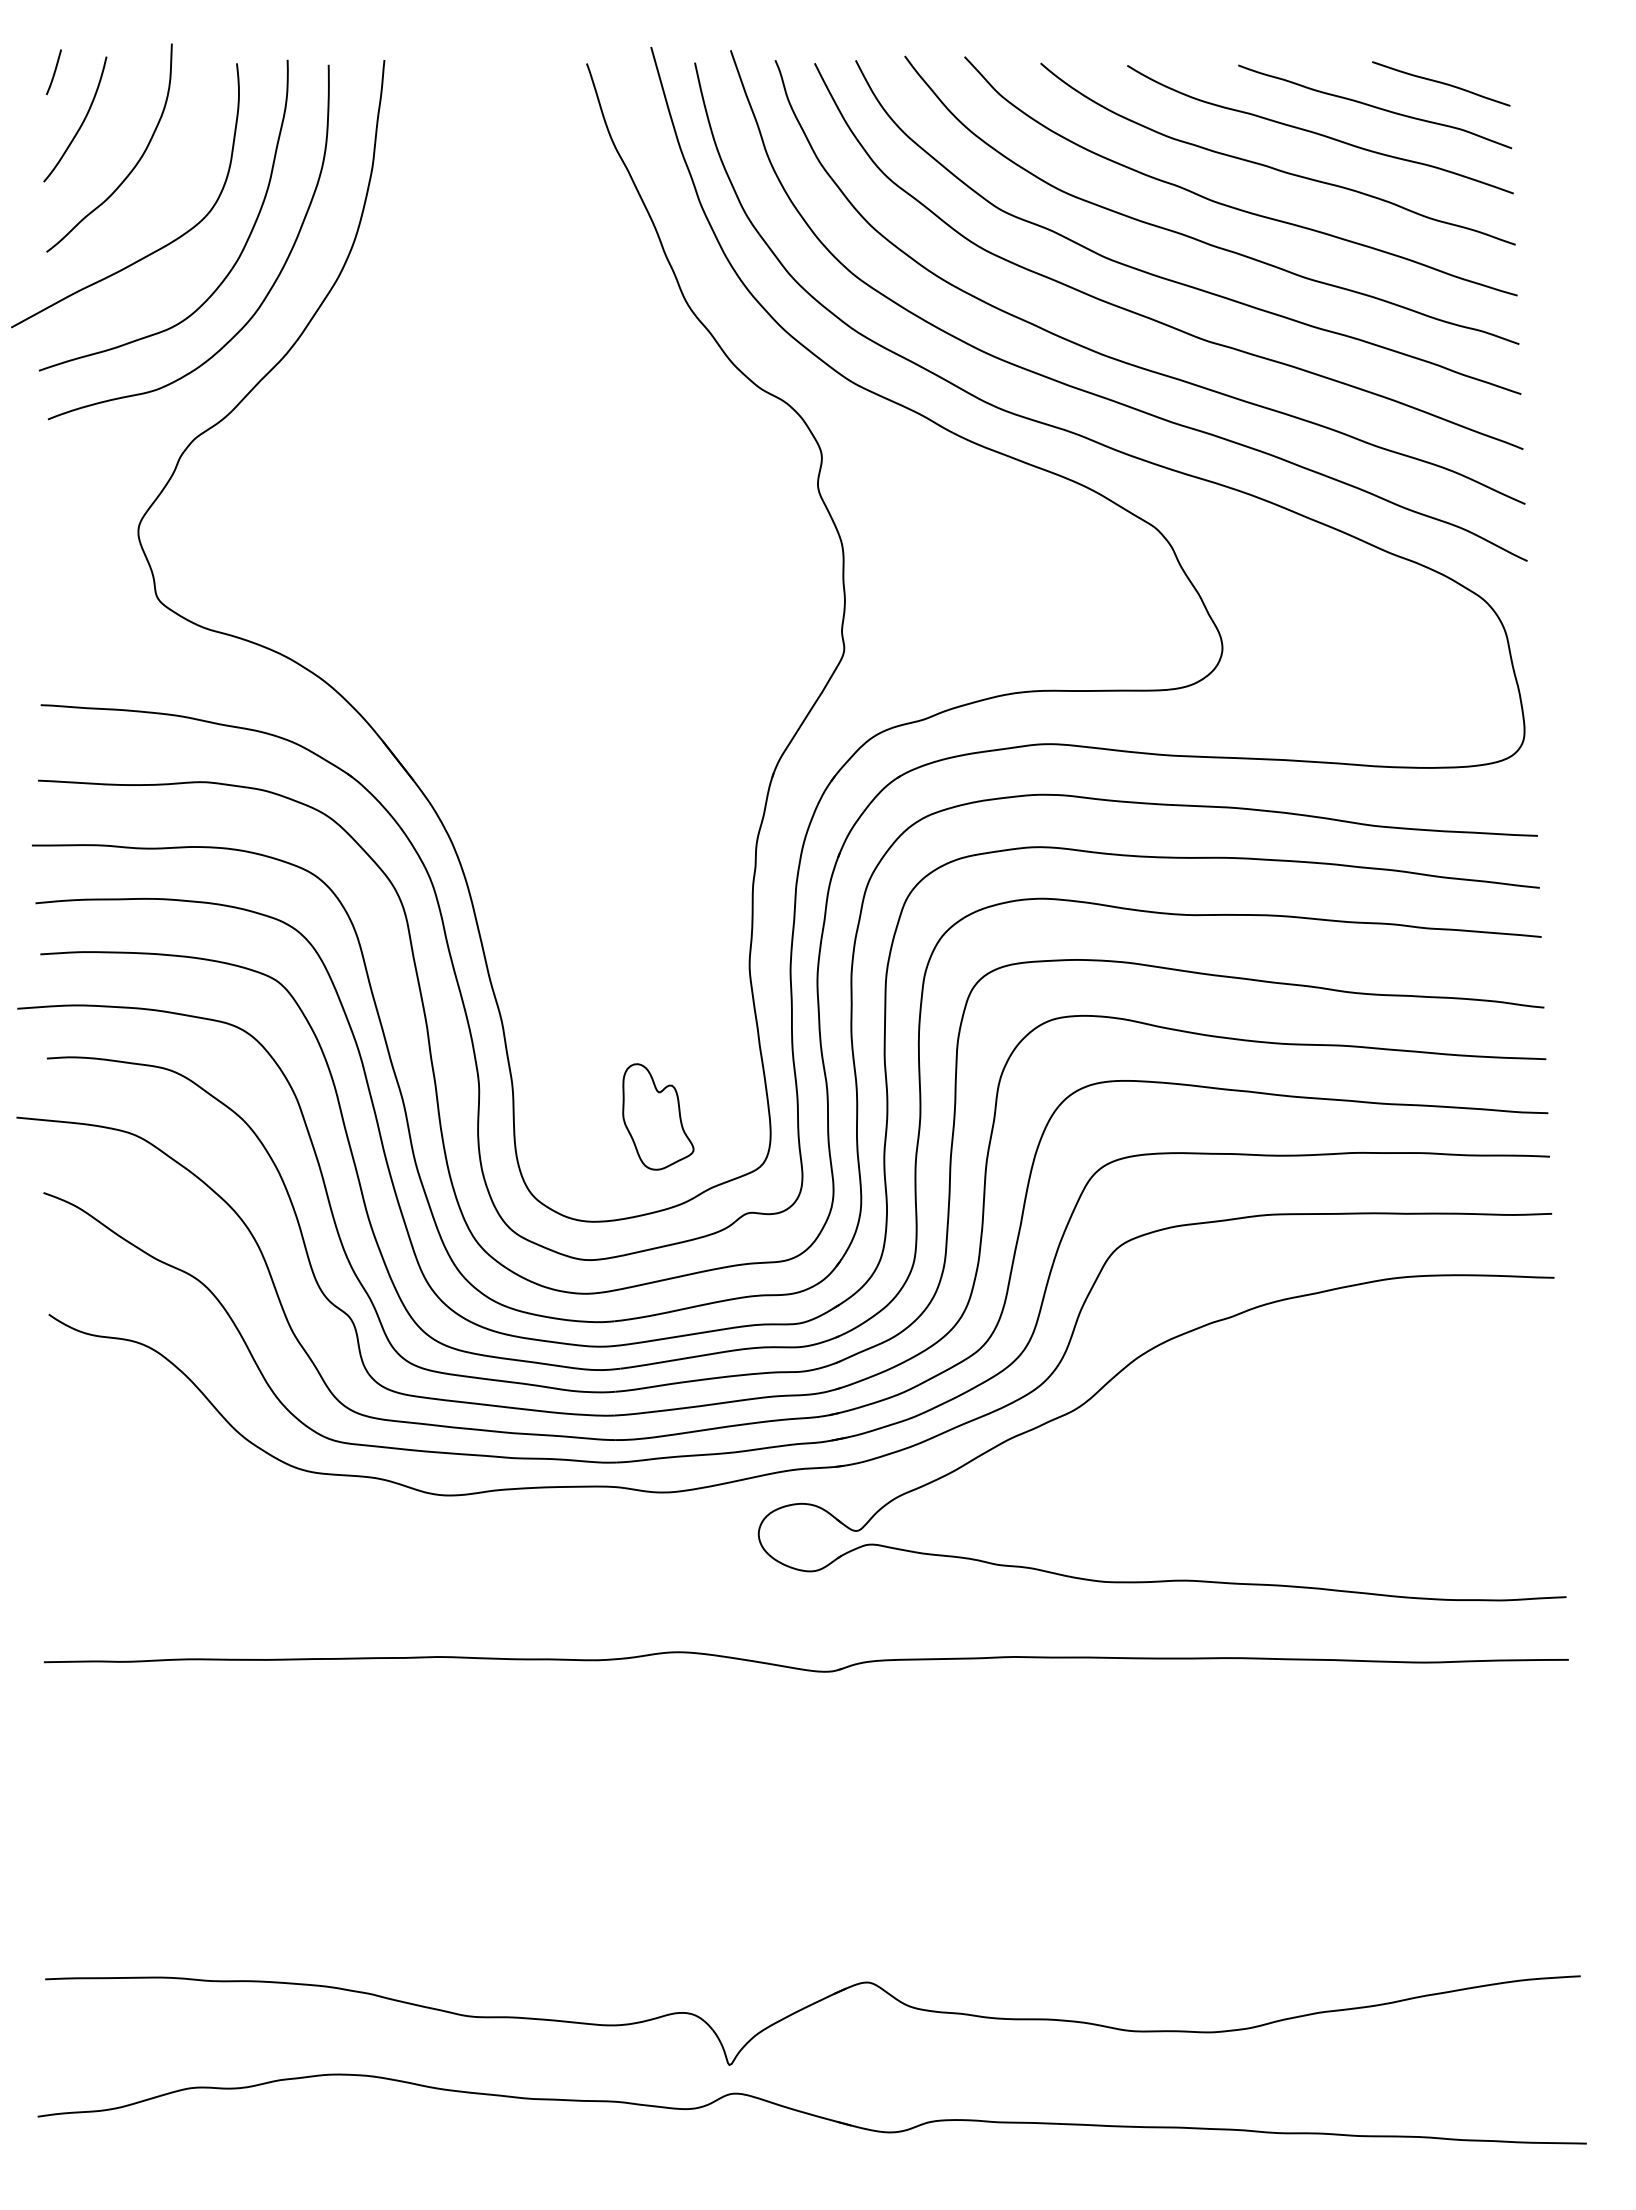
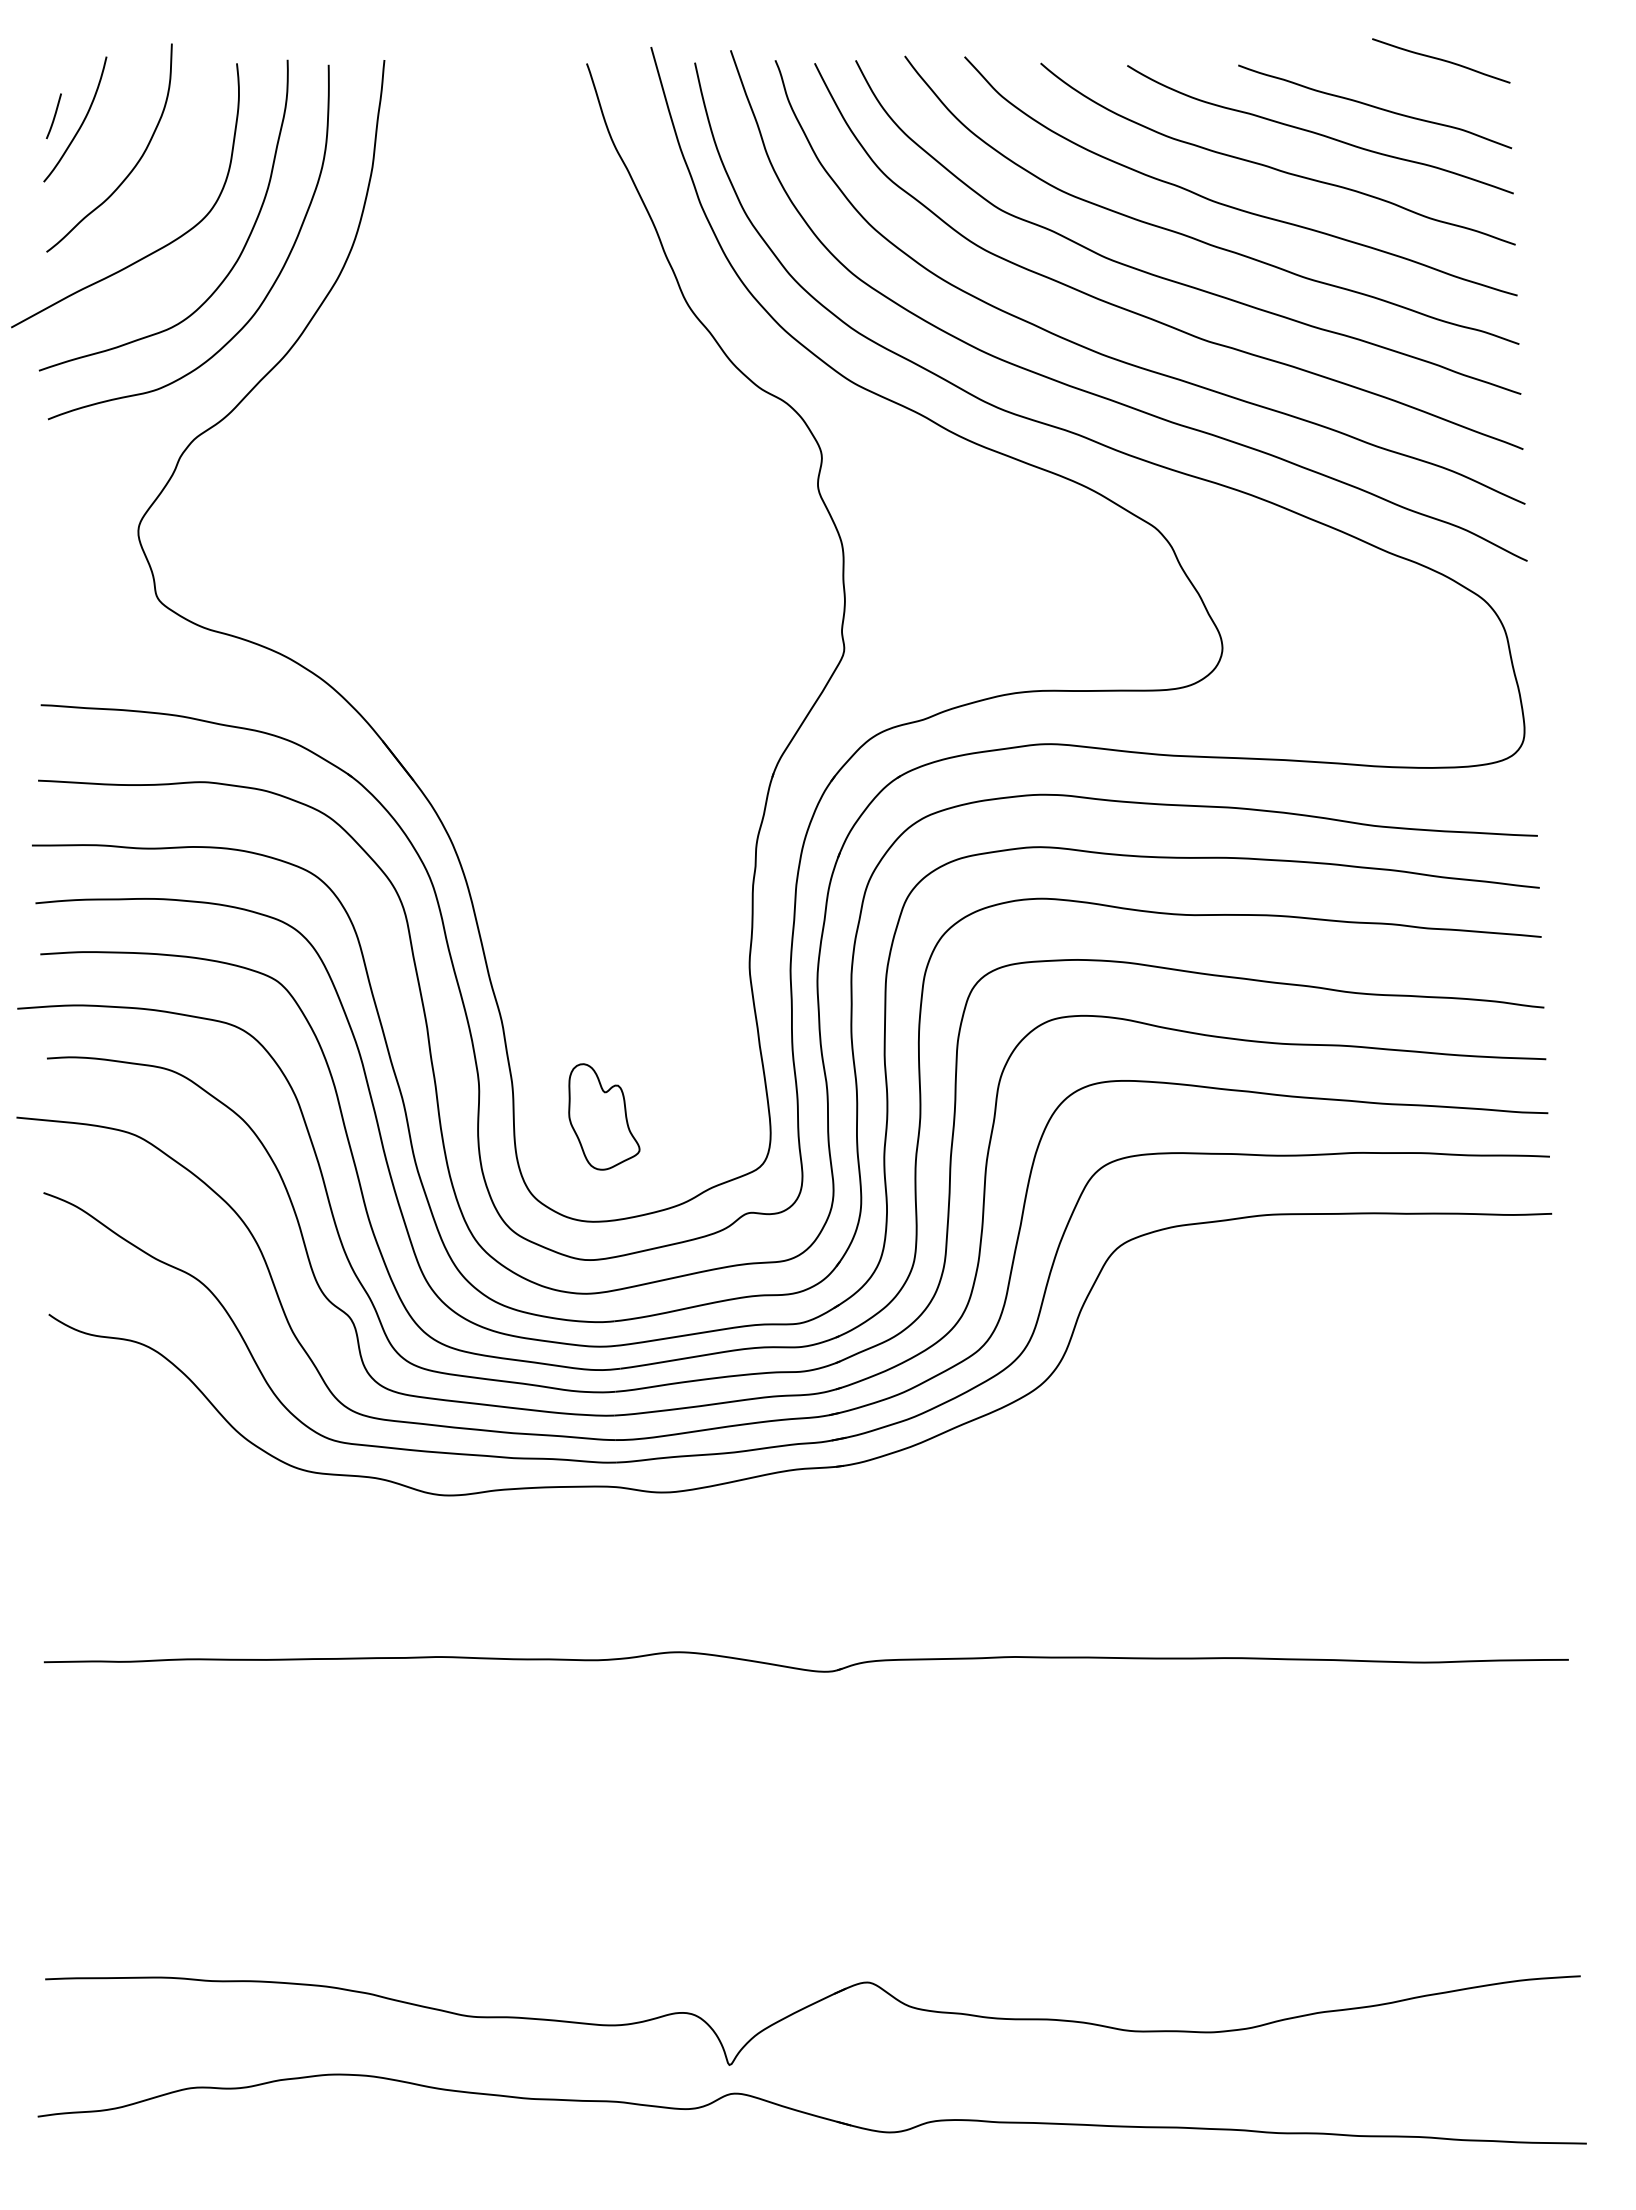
line at (53, 72) position: (53, 72) -> (53, 116)
curve at (1441, 83) position: (1441, 83) -> (1441, 60)
part at (658, 1116) position: (658, 1116) -> (604, 1116)
part at (1114, 1378): present -> none
